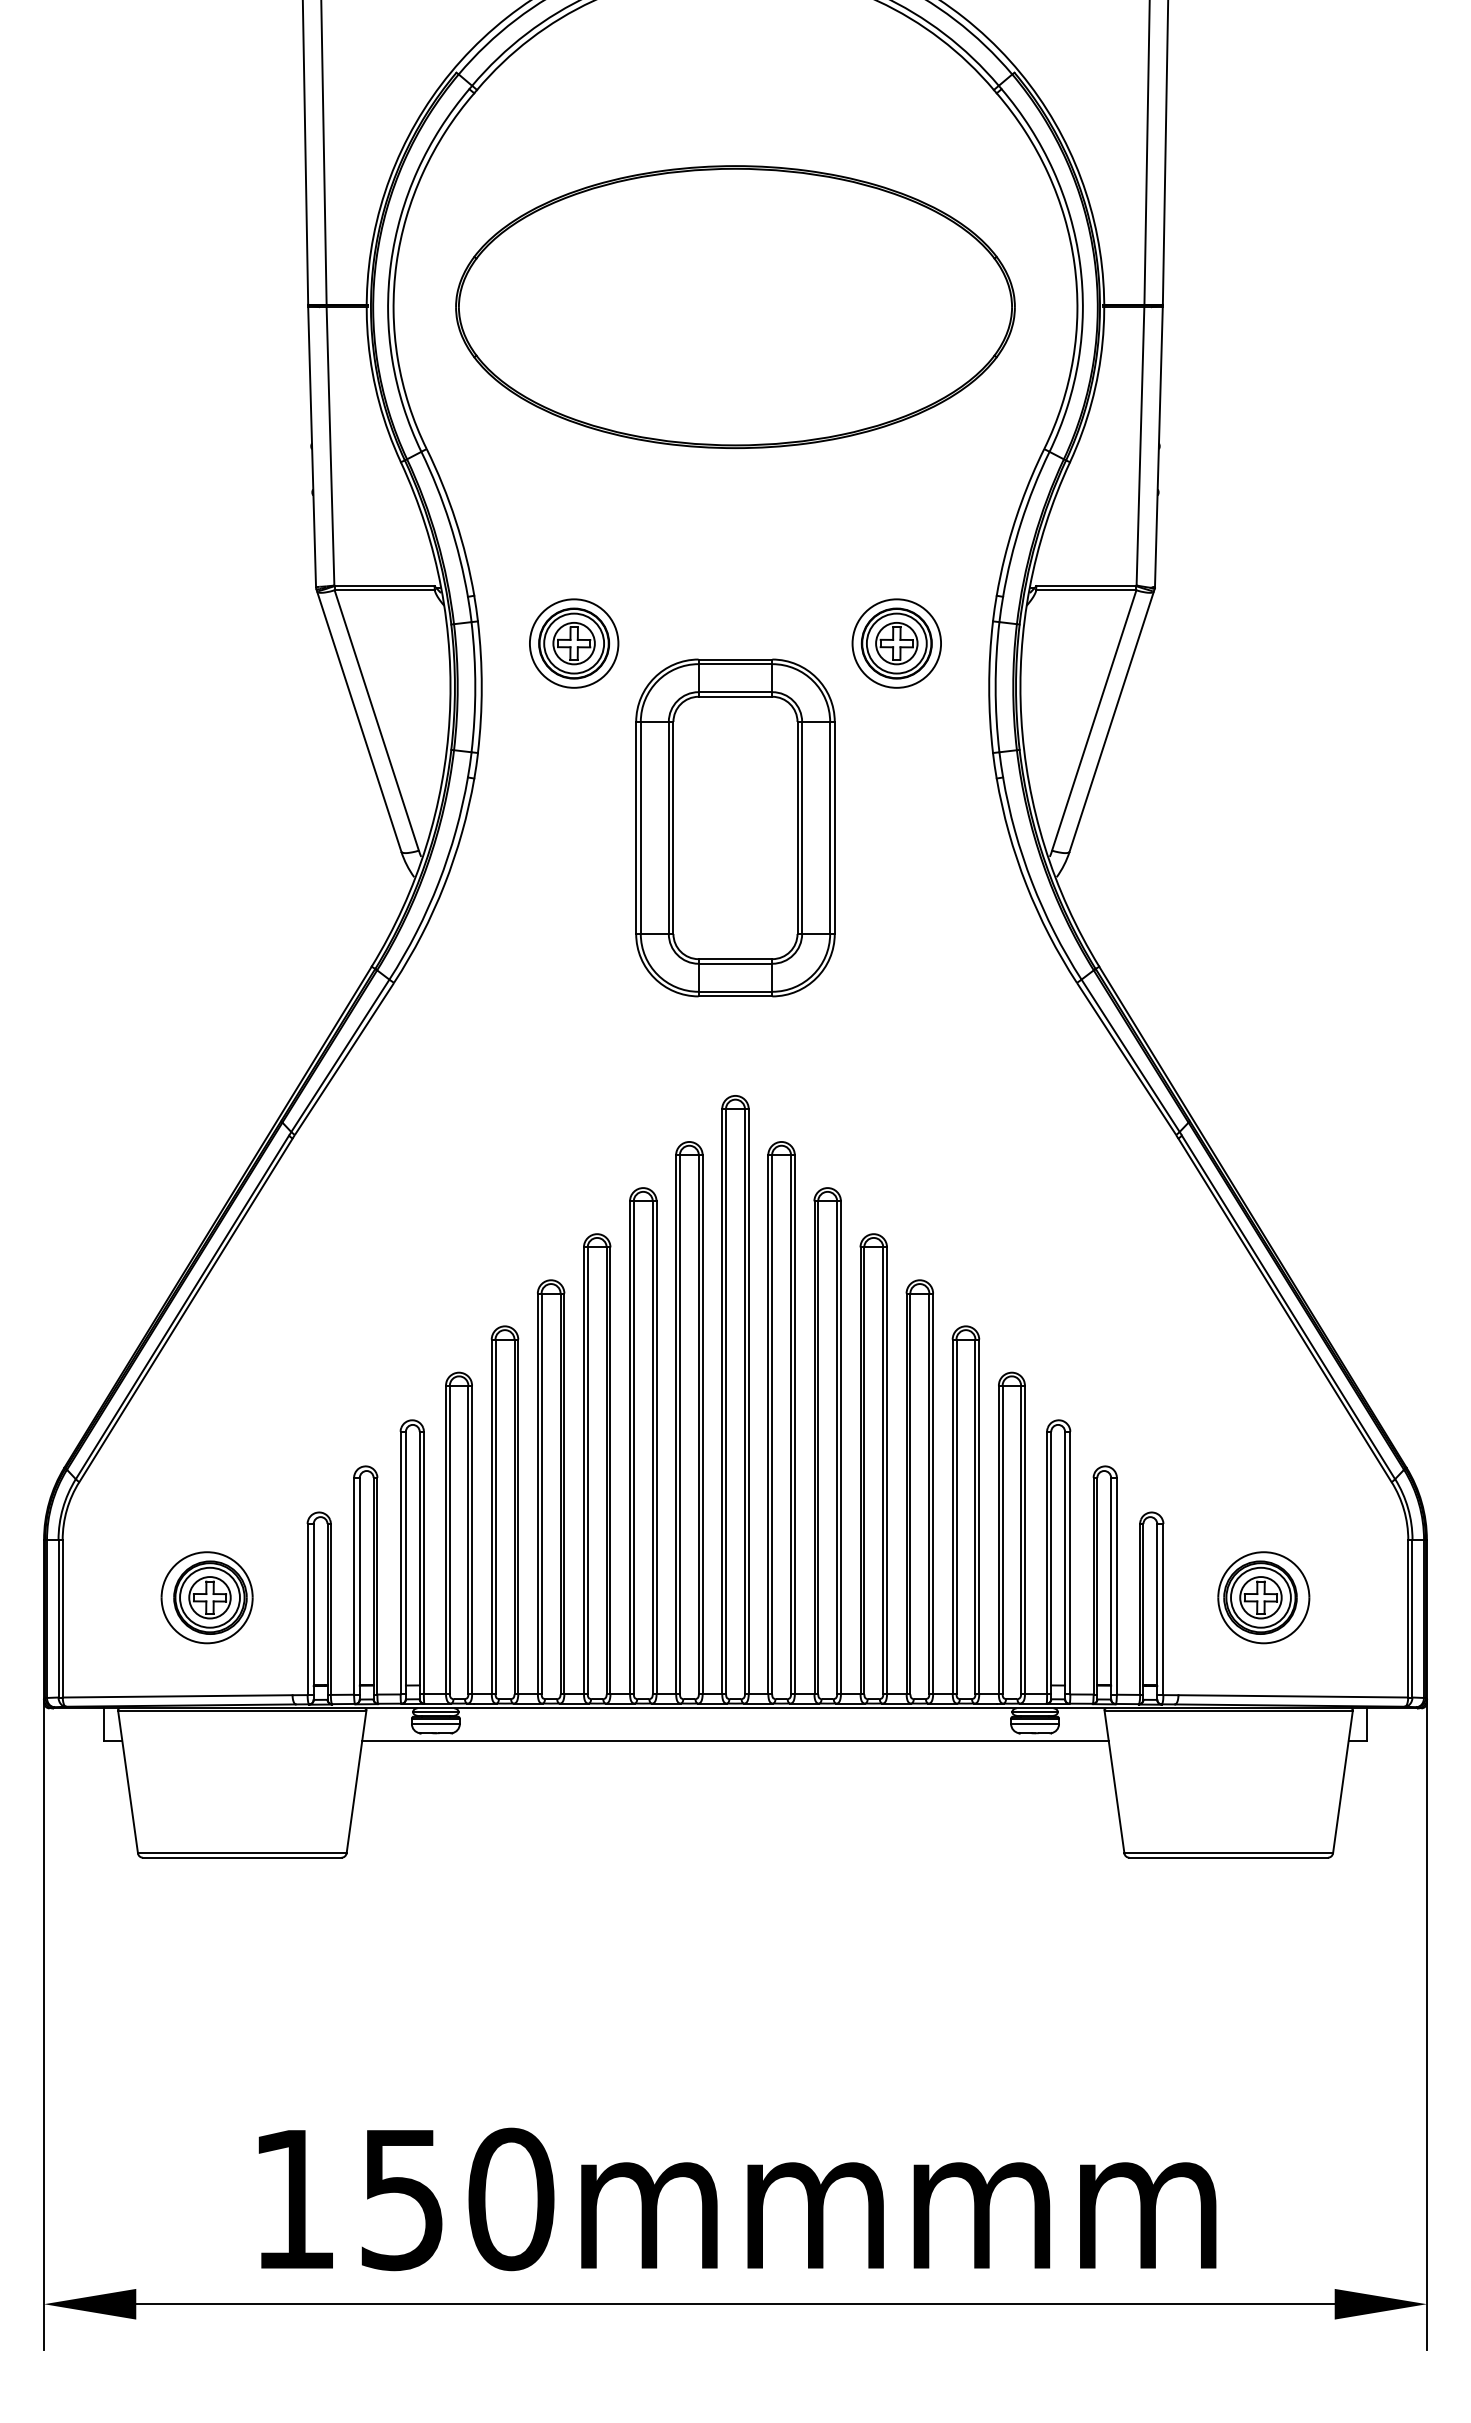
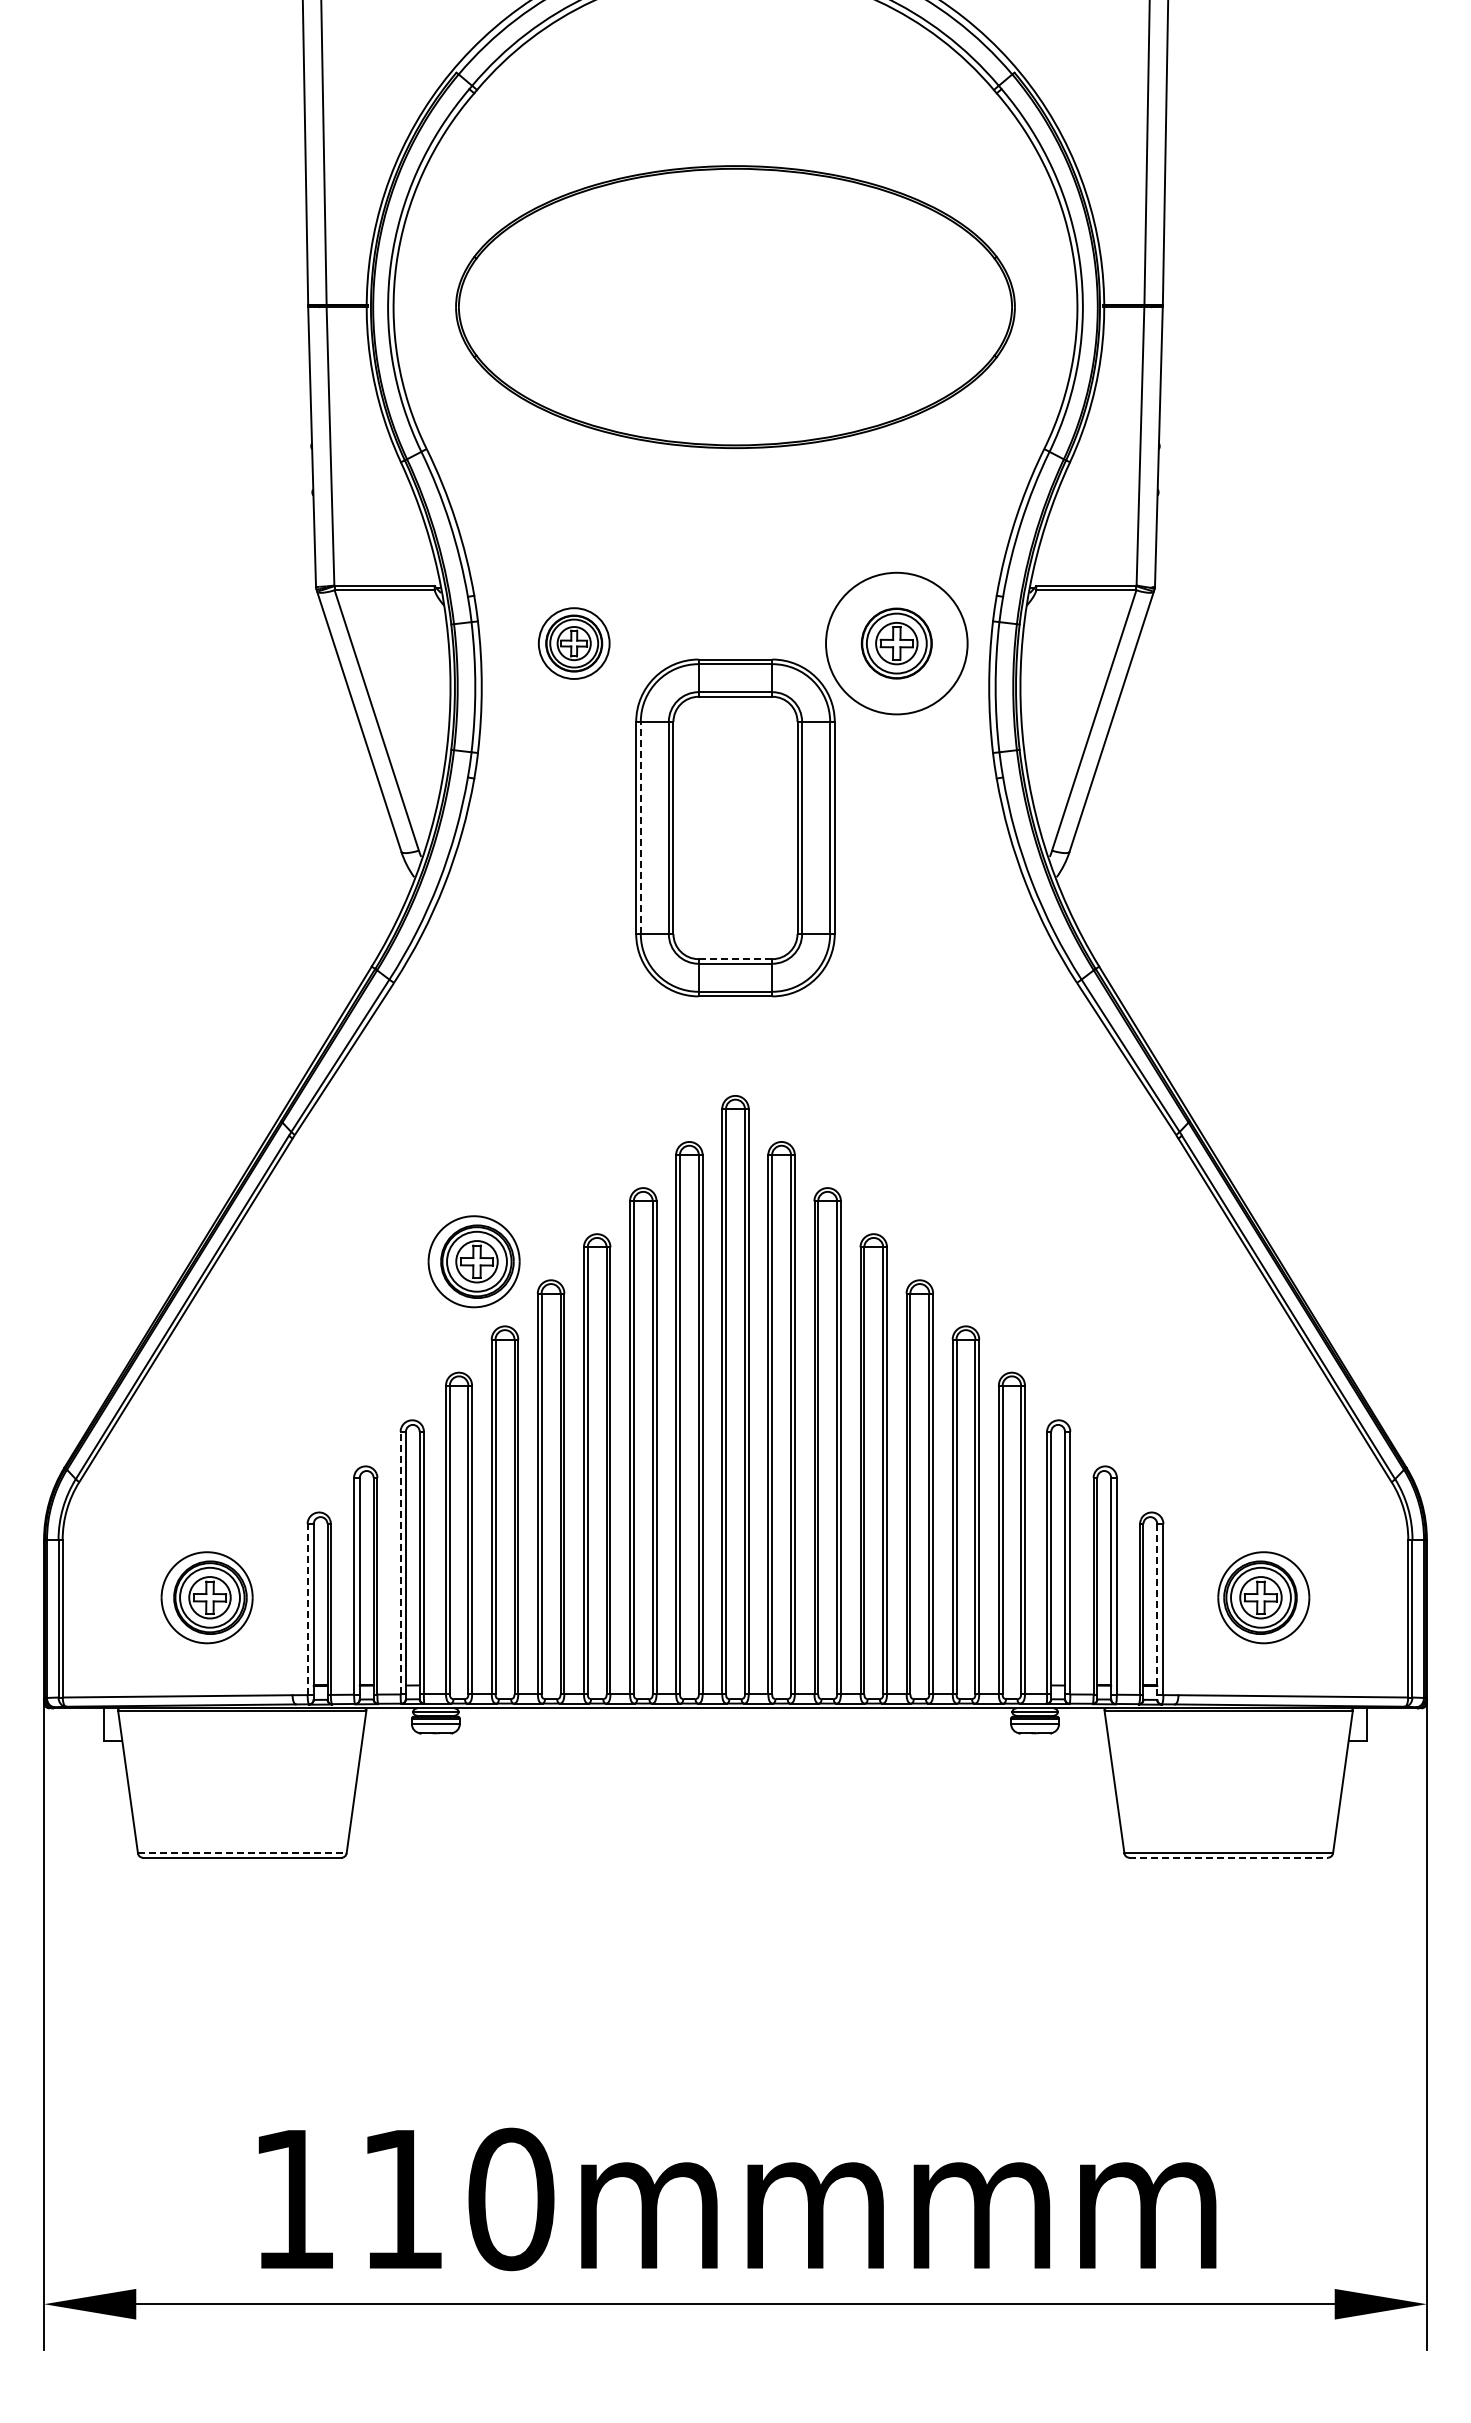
part at (574, 643) size: 91x91 px -> 74x73 px
circle at (896, 643) diameter: 89 px -> 142 px
line at (640, 827): solid -> dashed
line at (735, 959): solid -> dashed
part at (473, 1261): none -> present
line at (400, 1562): solid -> dashed
line at (307, 1609): solid -> dashed
line at (1157, 1611): solid -> dashed
line at (735, 1740): present -> none
line at (242, 1853): solid -> dashed
line at (1229, 1857): solid -> dashed
text at (401, 2200): 150mmmm -> 110mmmm
